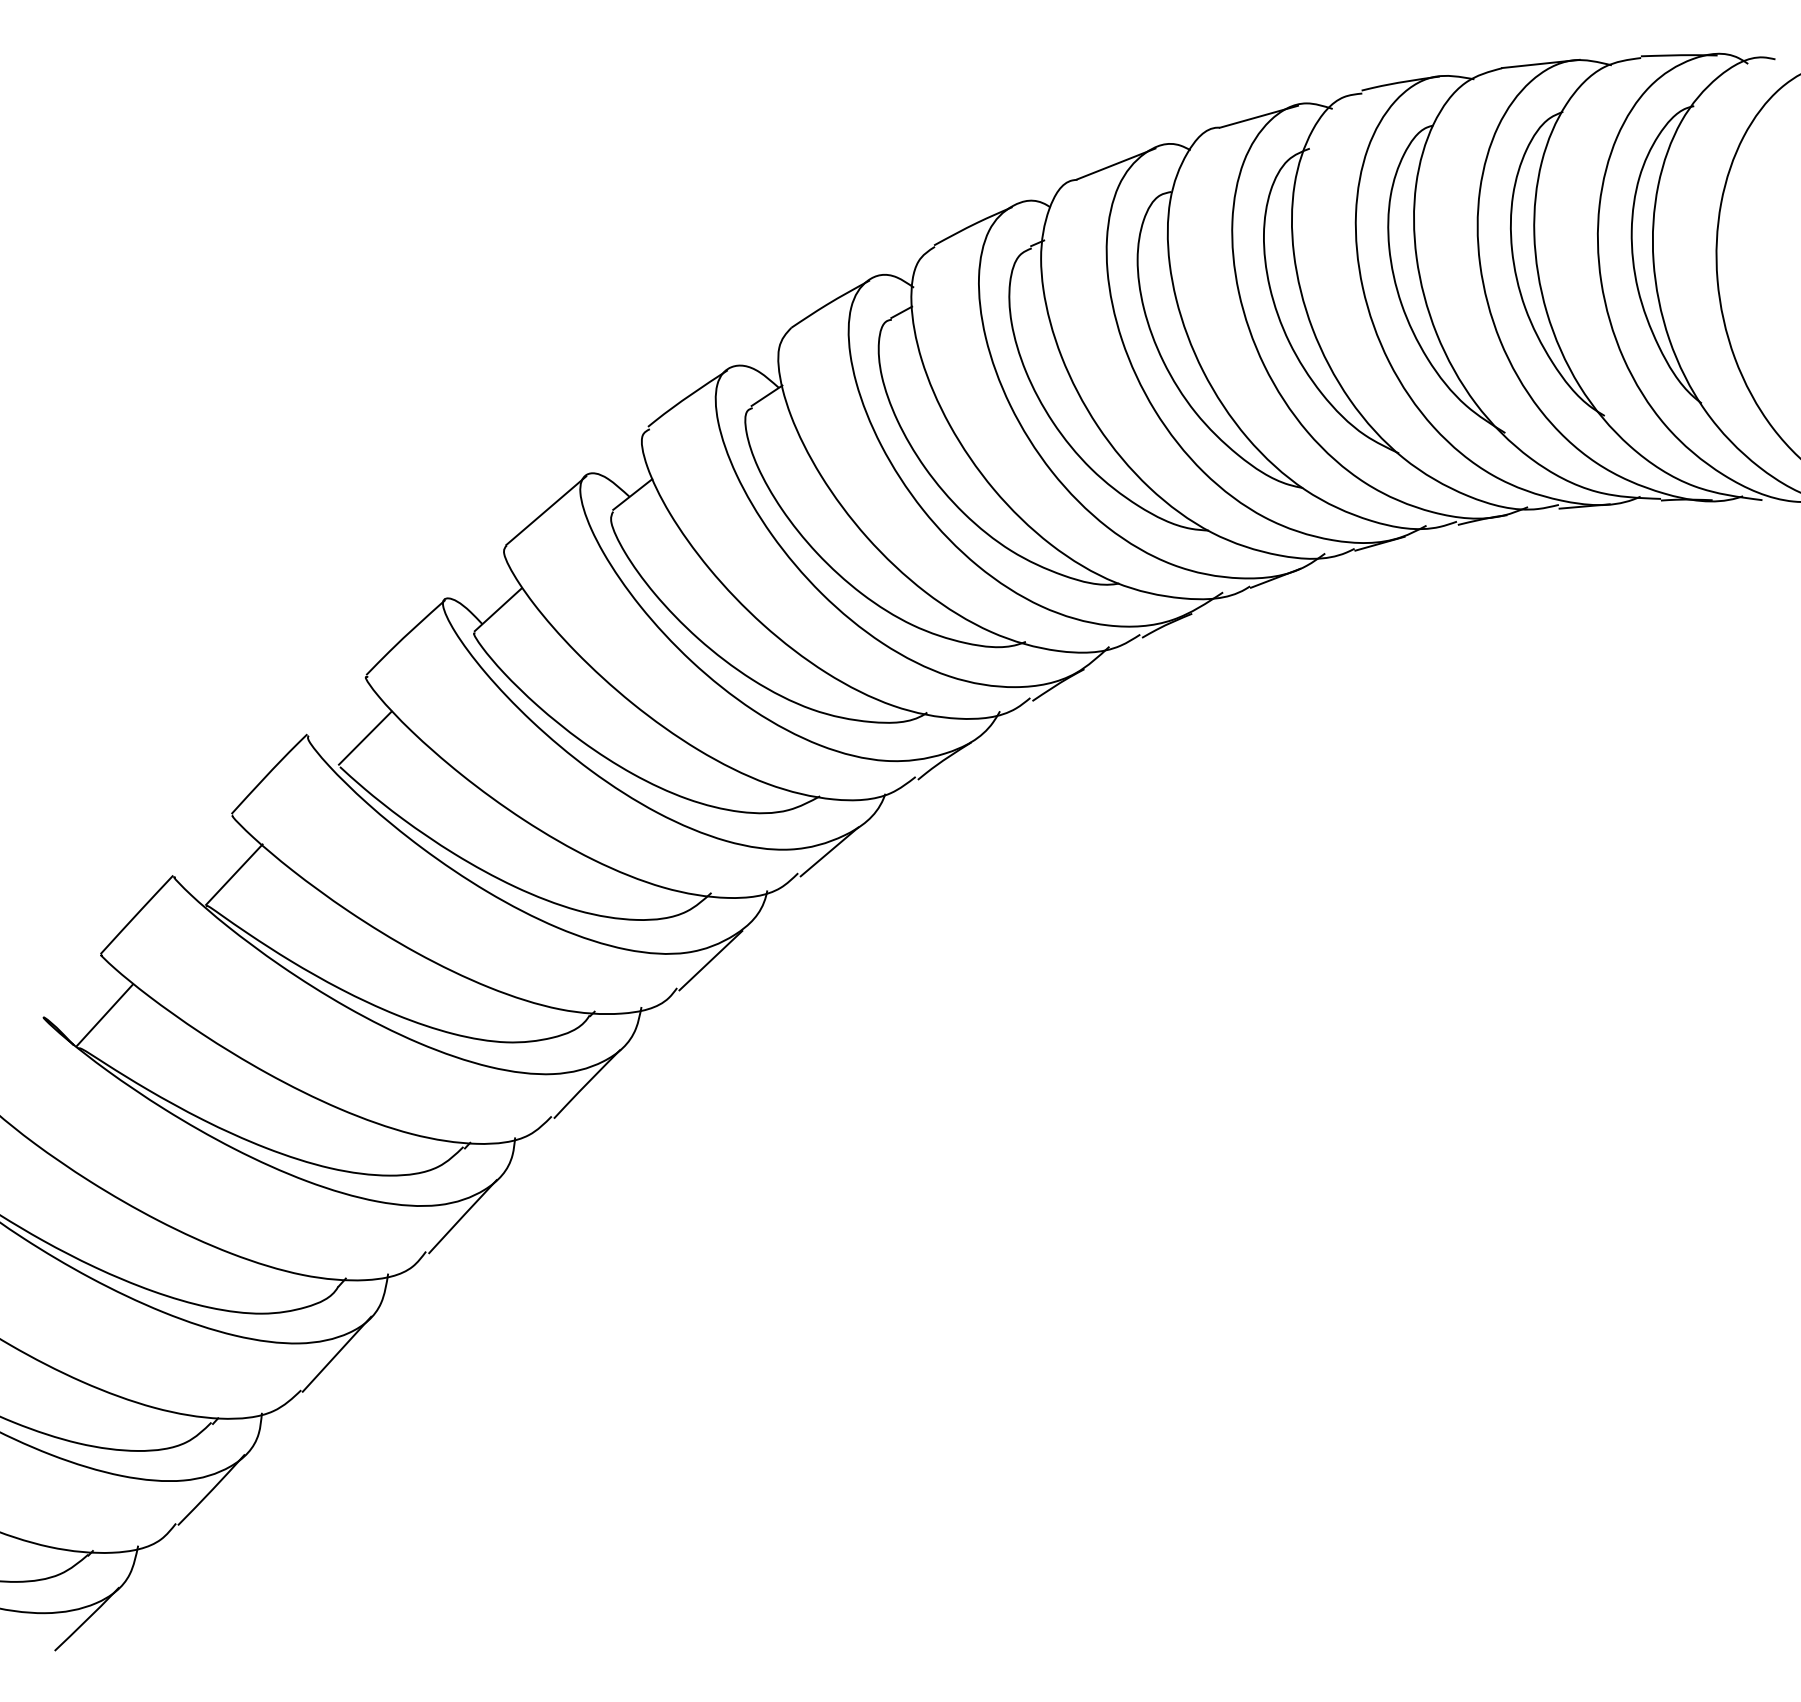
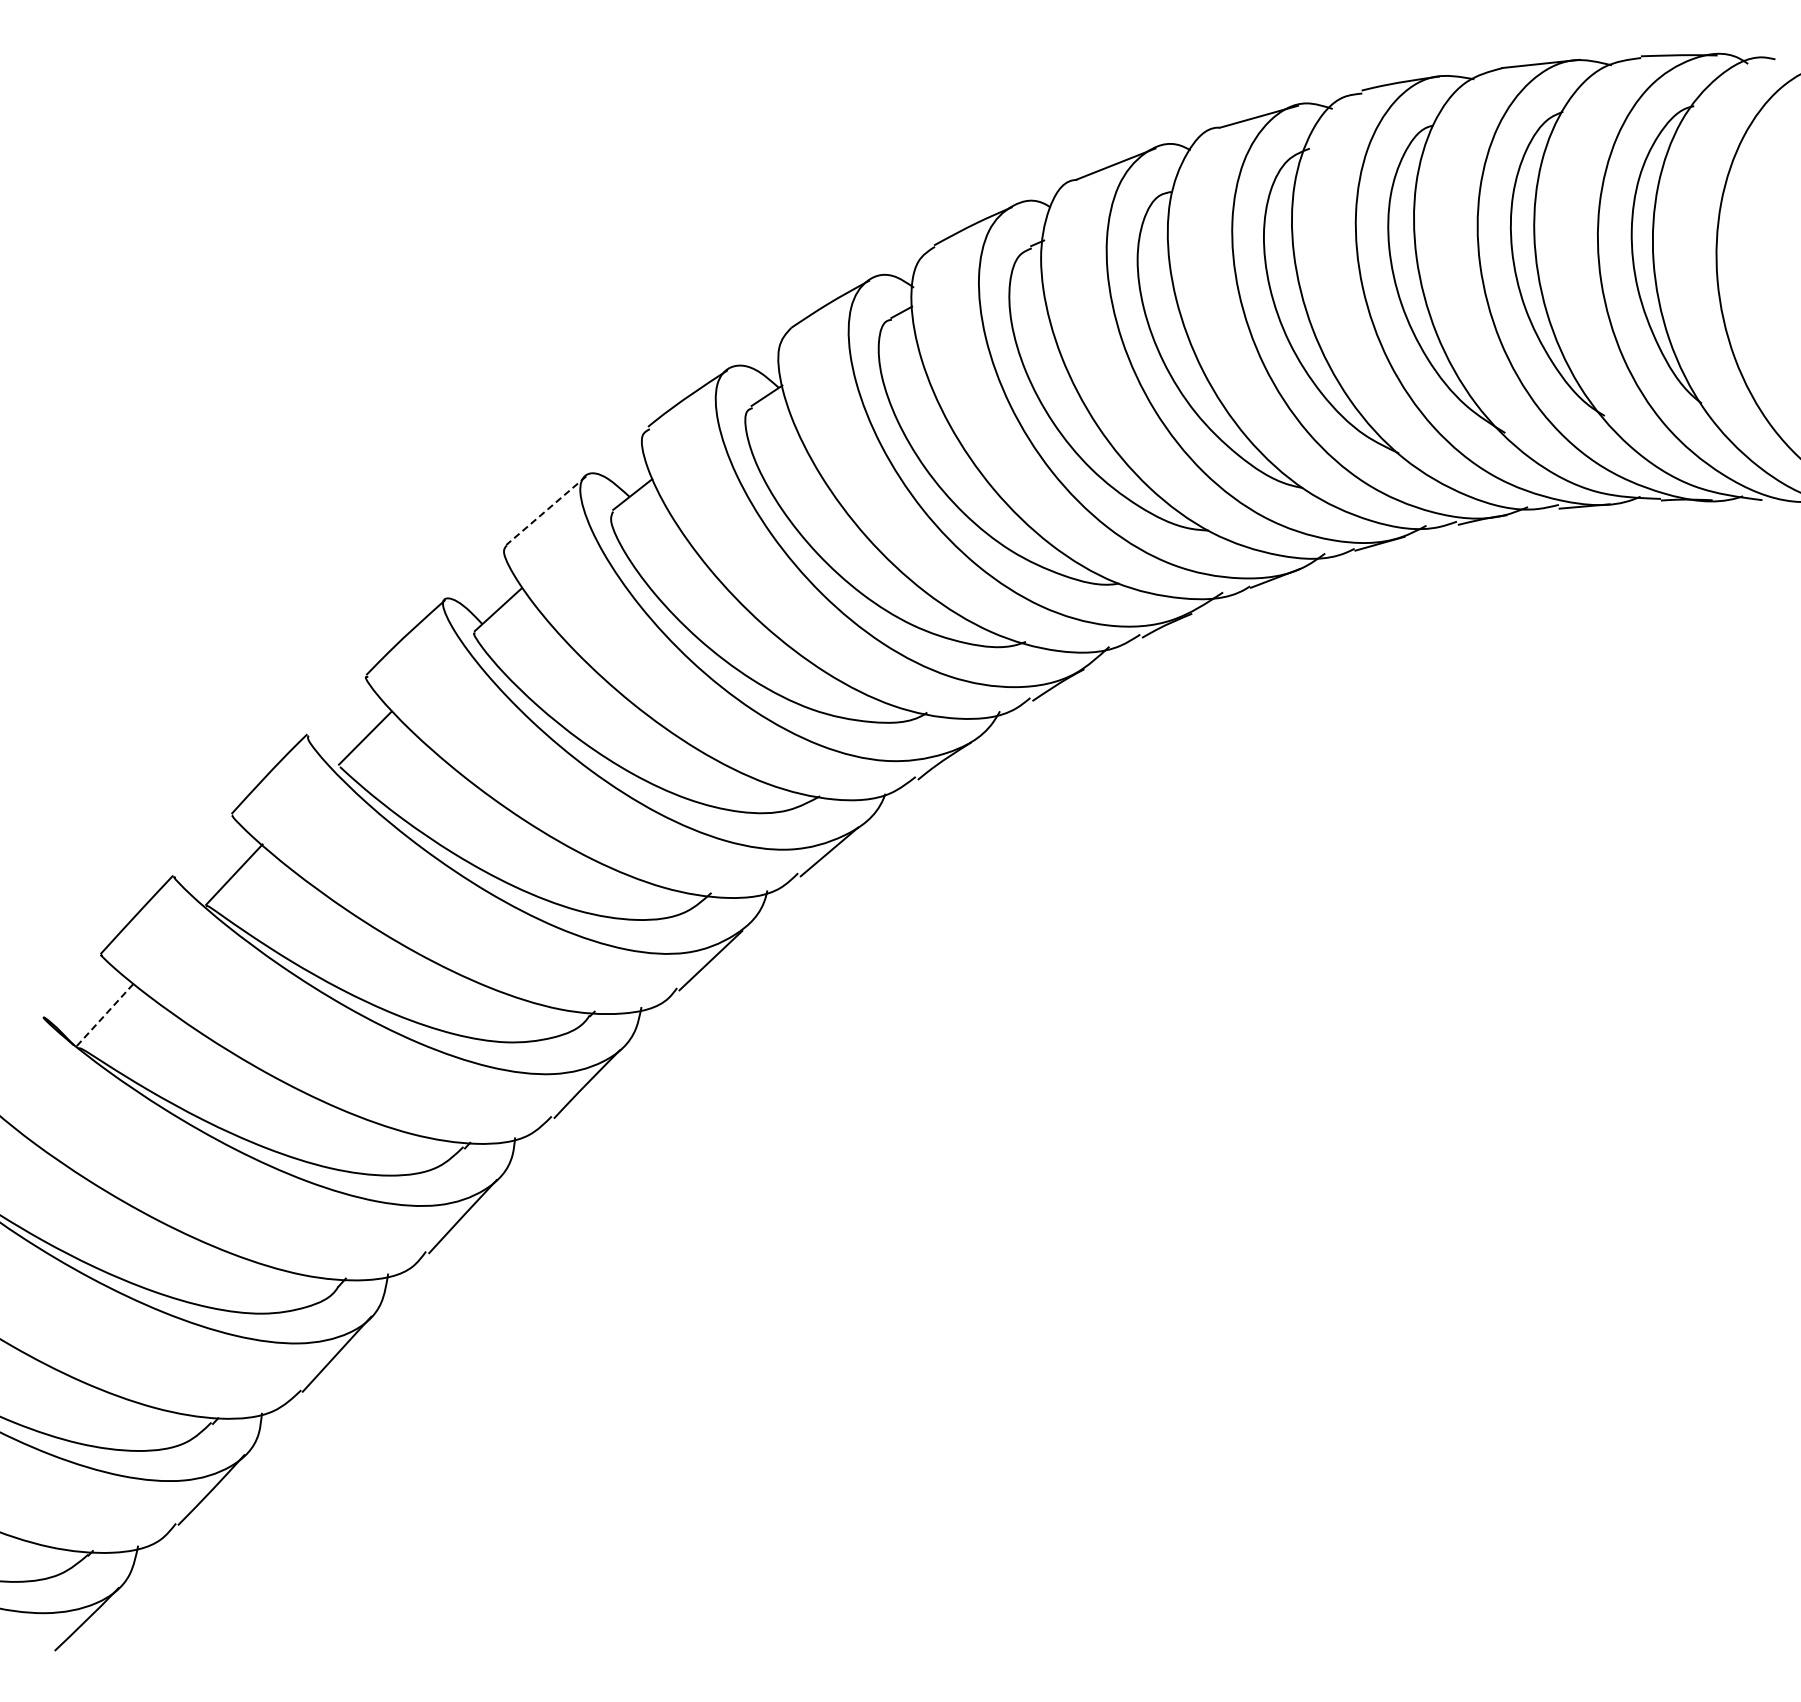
line at (546, 510): solid -> dashed
line at (104, 1015): solid -> dashed
